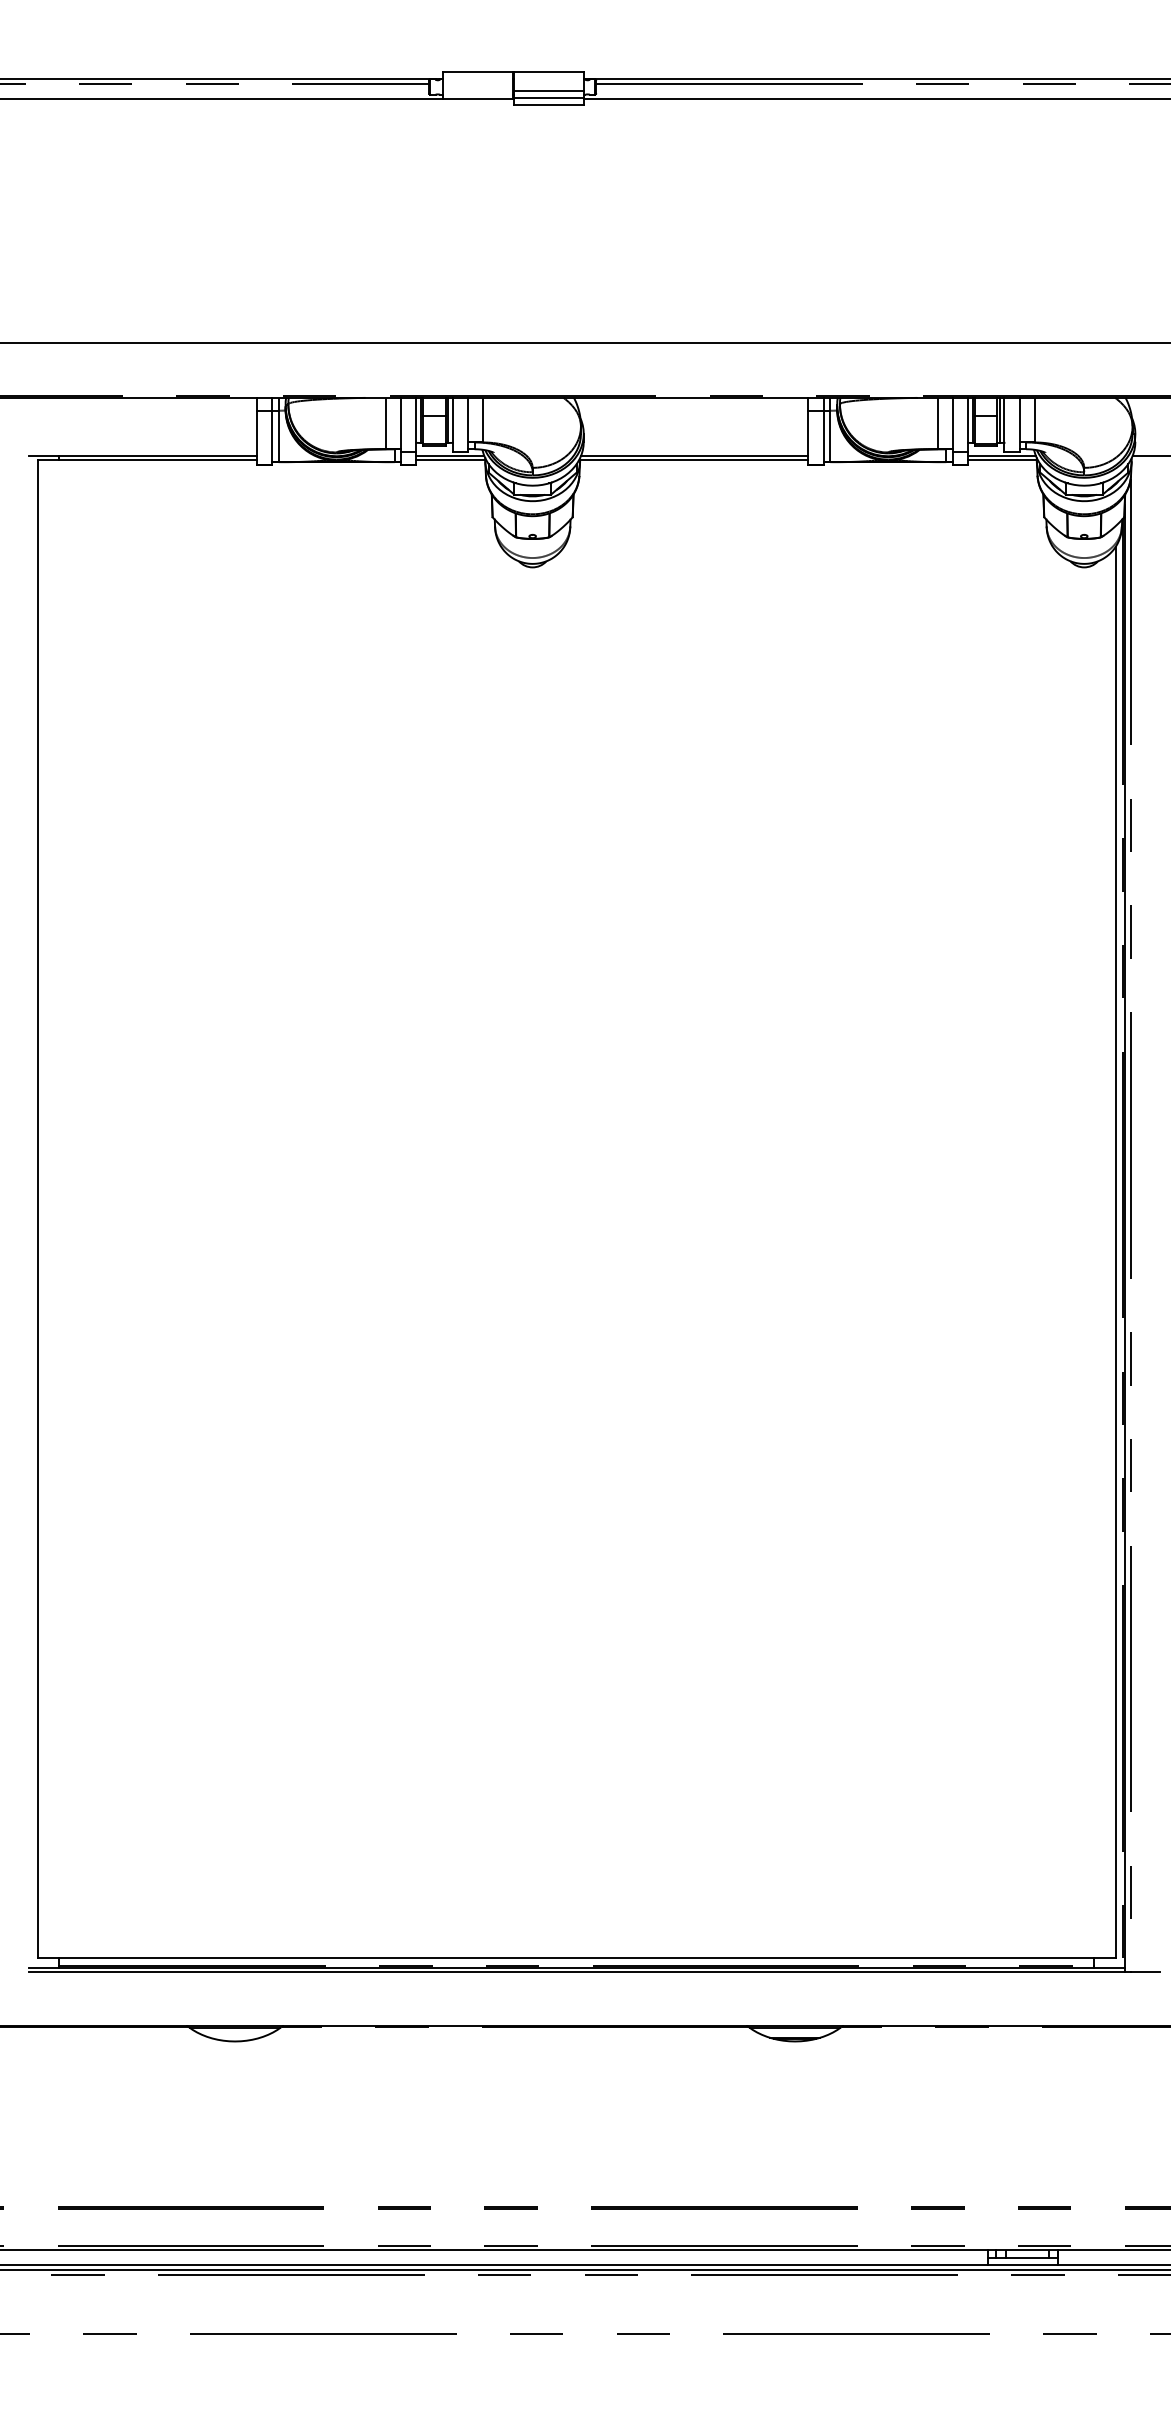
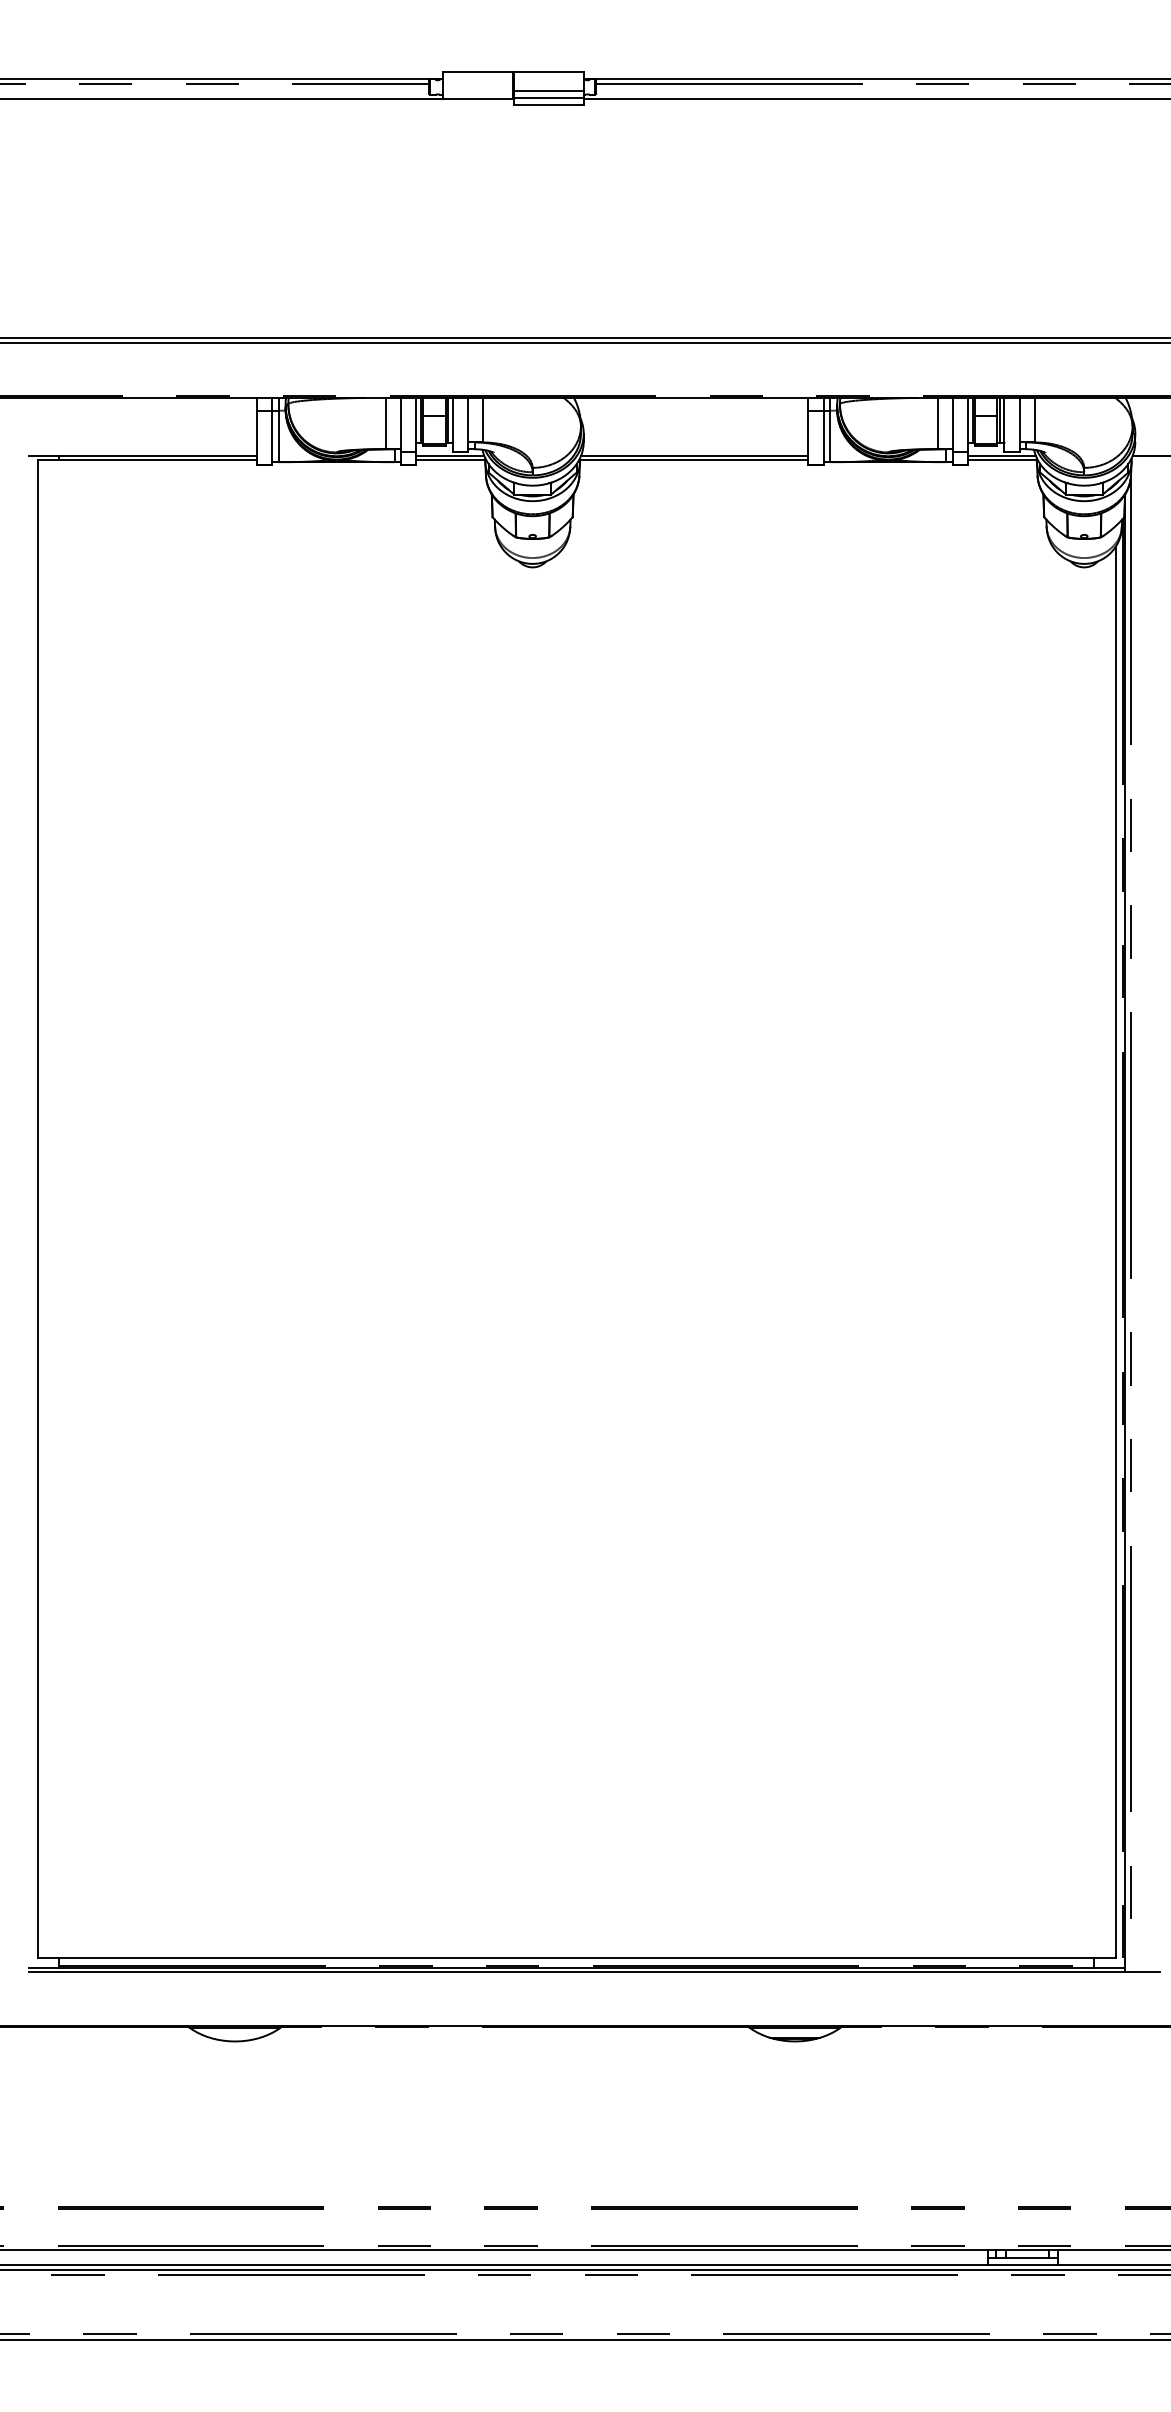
line at (584, 338): none -> present
line at (584, 2339): none -> present
